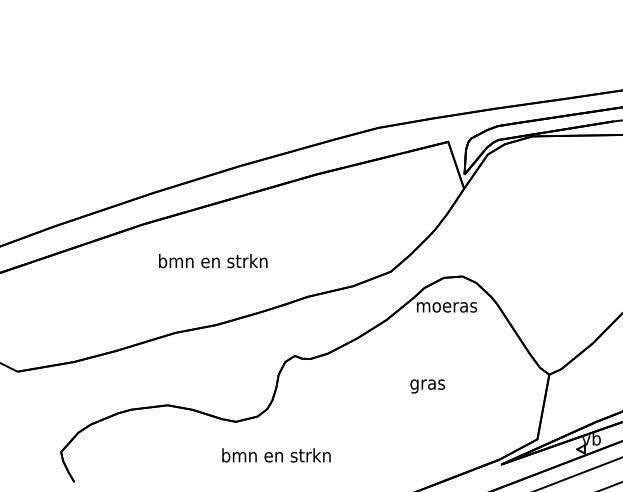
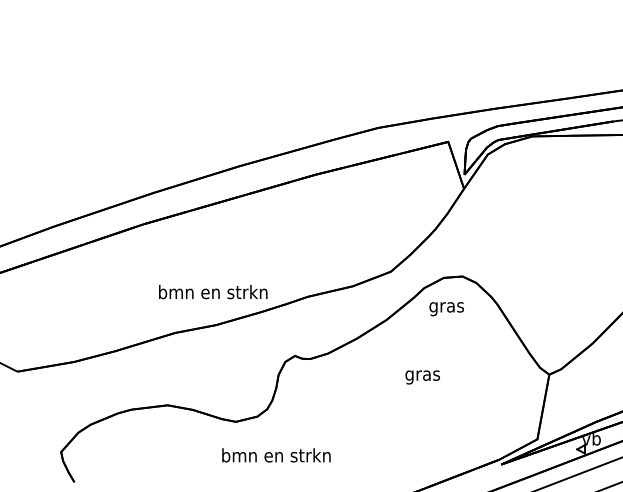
text at (213, 261) position: (213, 261) -> (213, 292)
text at (447, 309): moeras -> gras
text at (427, 386) position: (427, 386) -> (422, 377)
